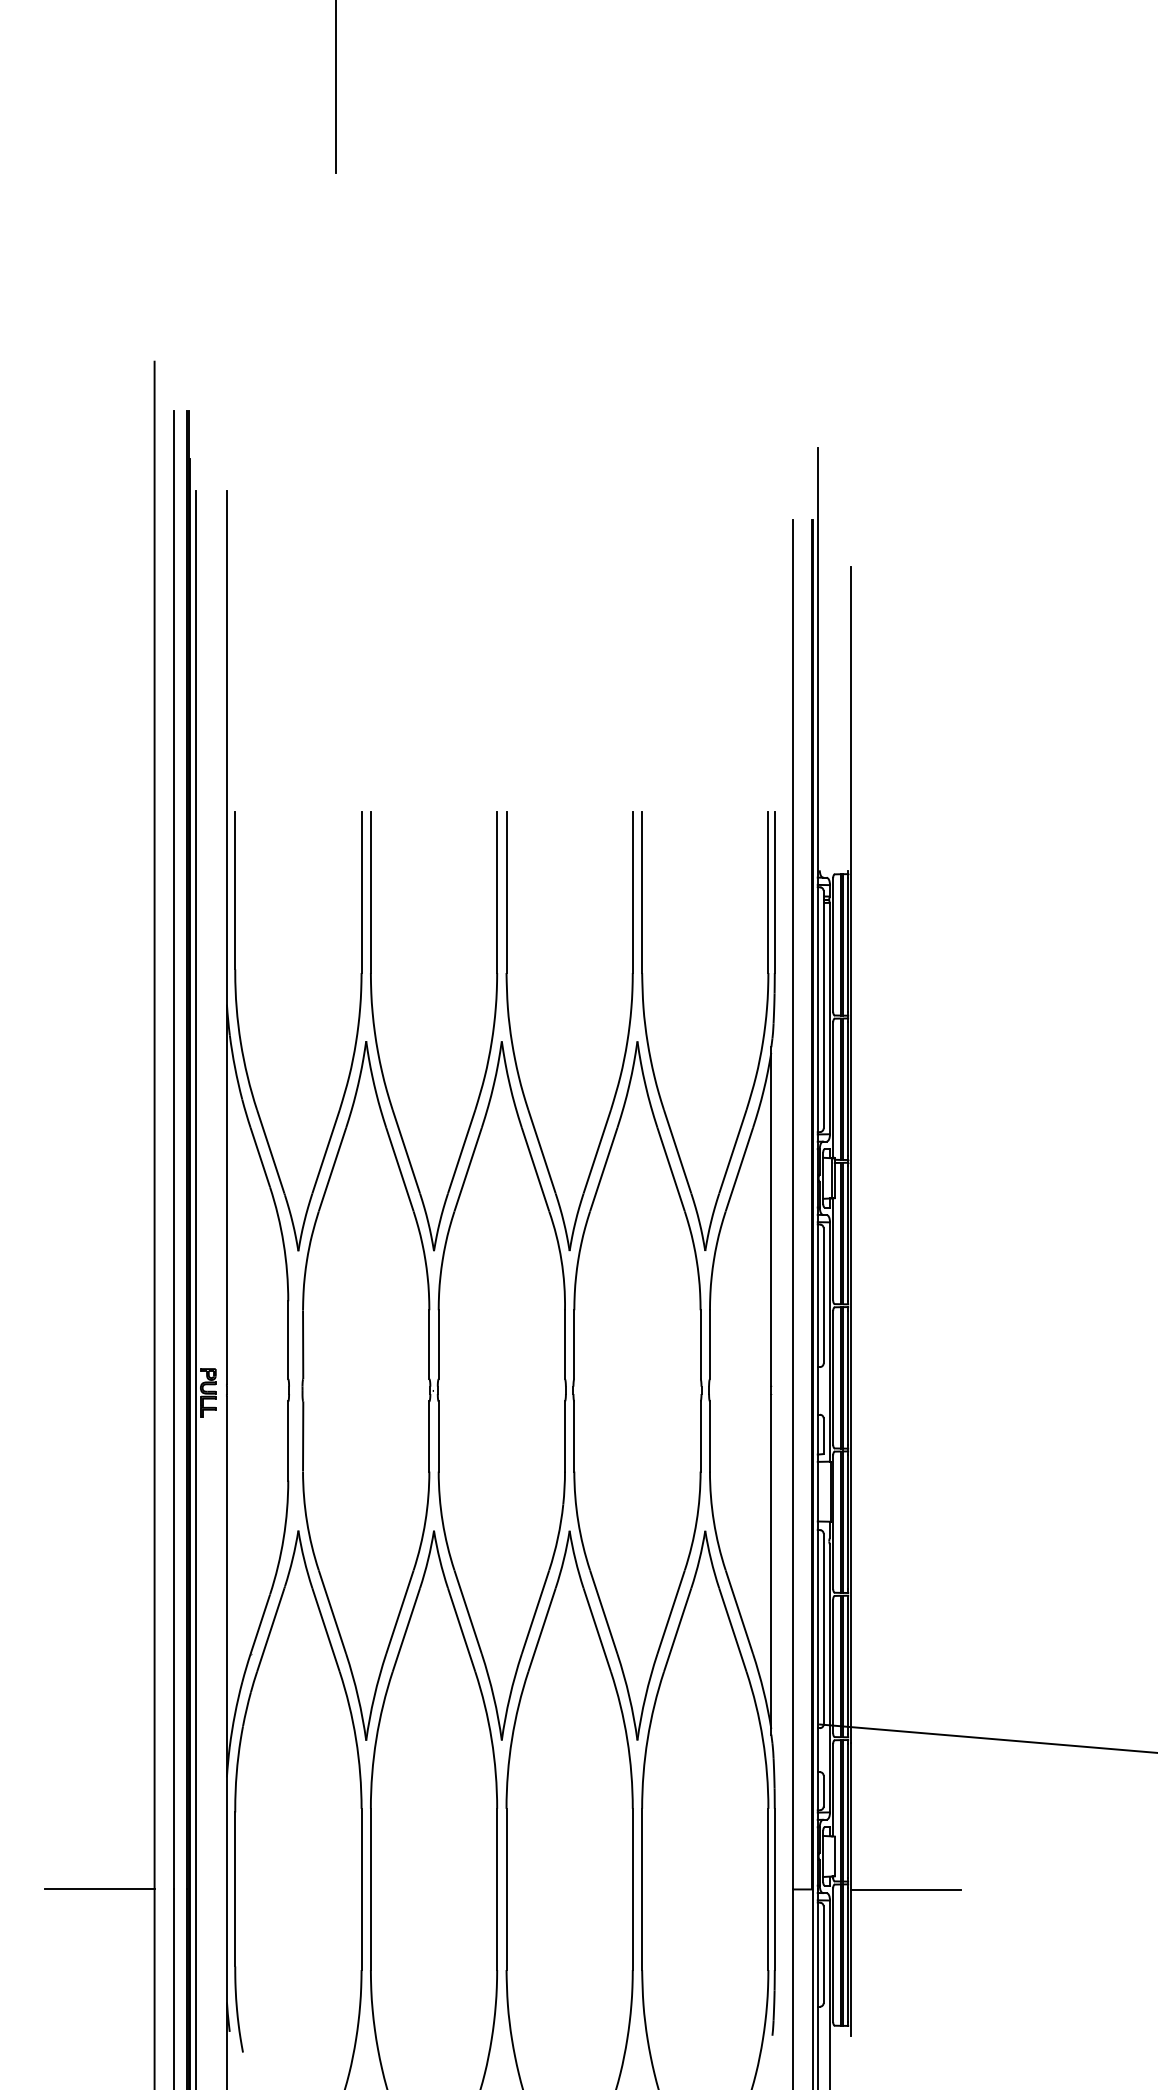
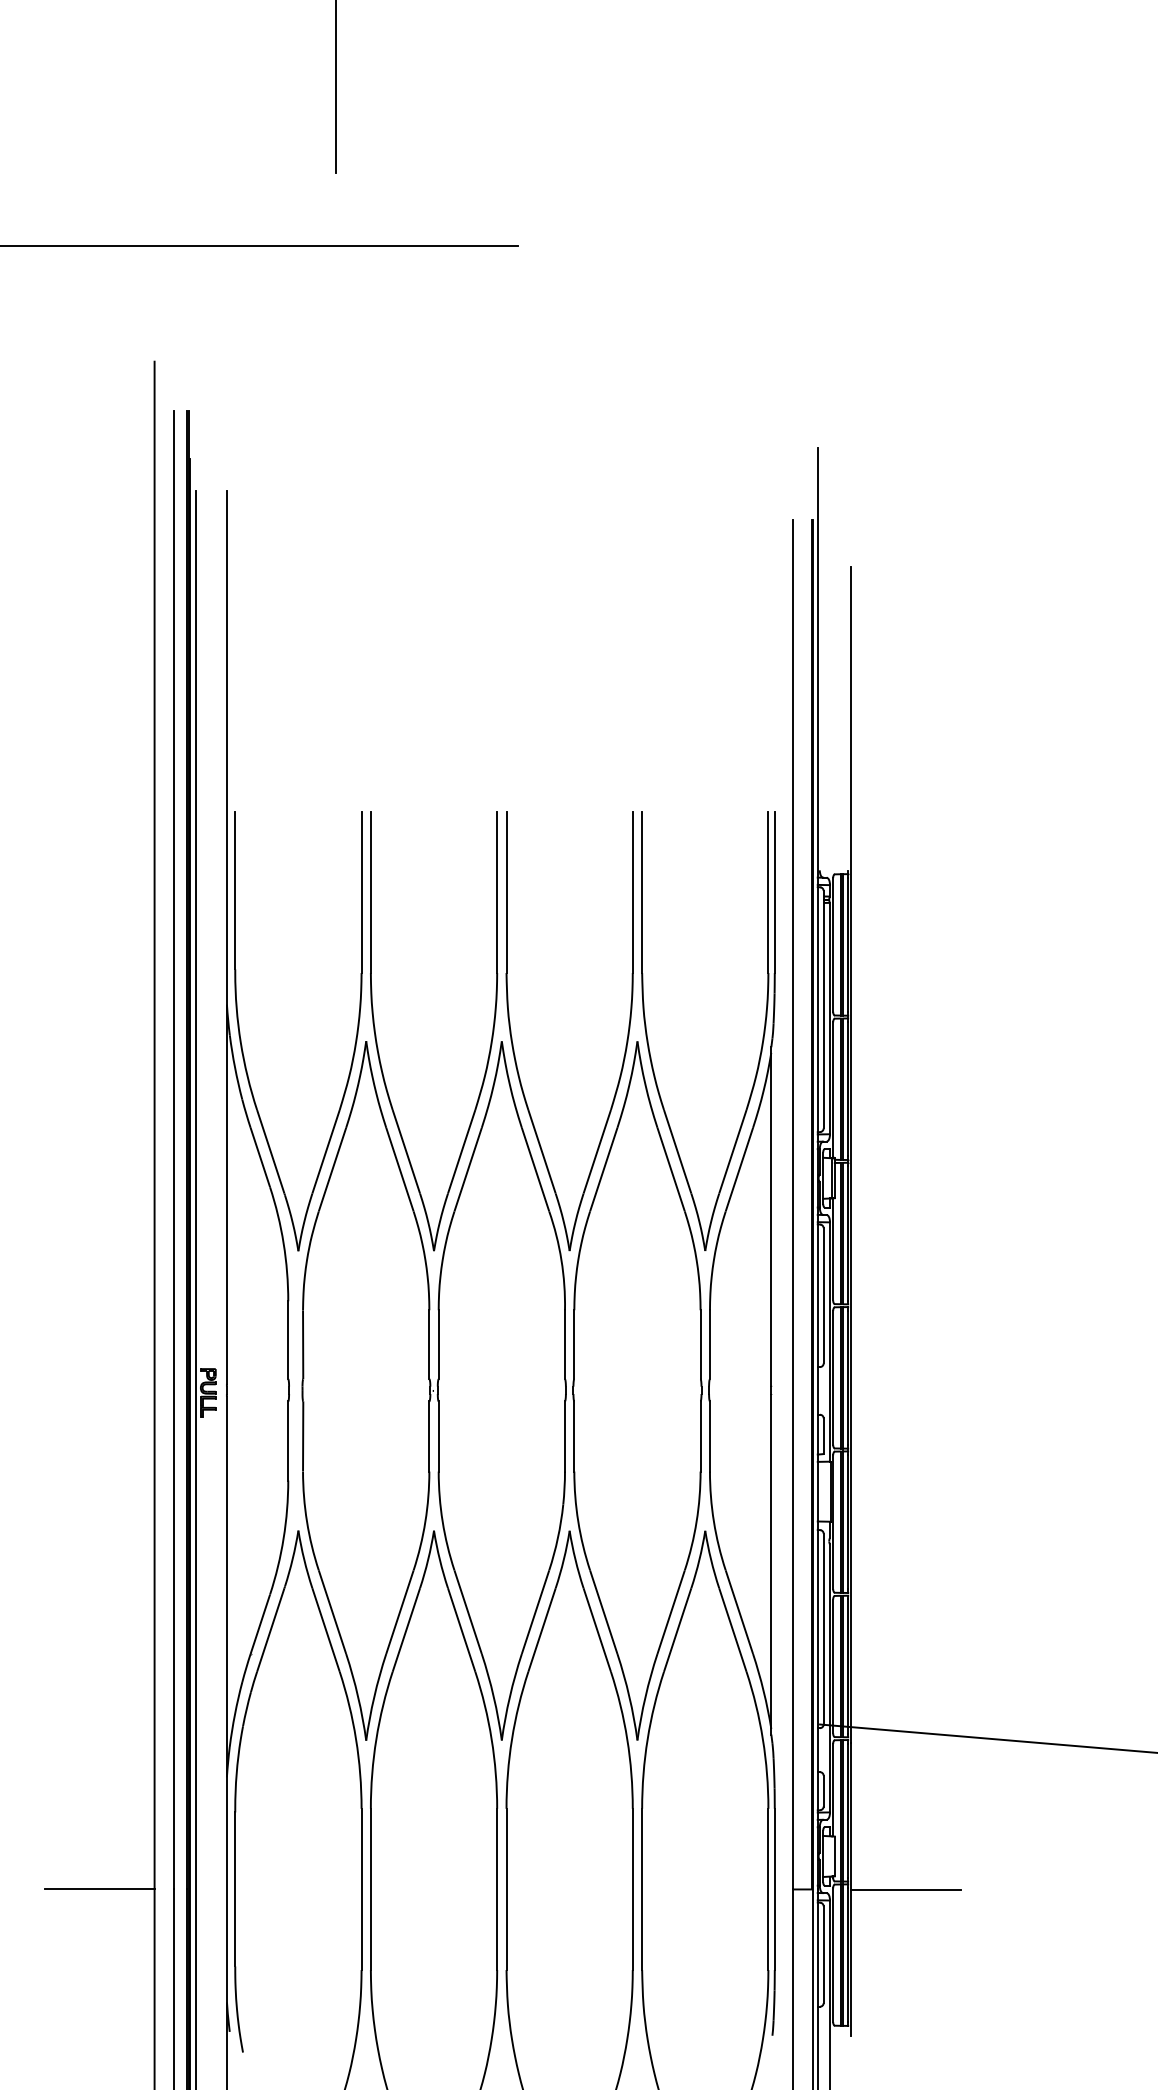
line at (260, 246): none -> present
